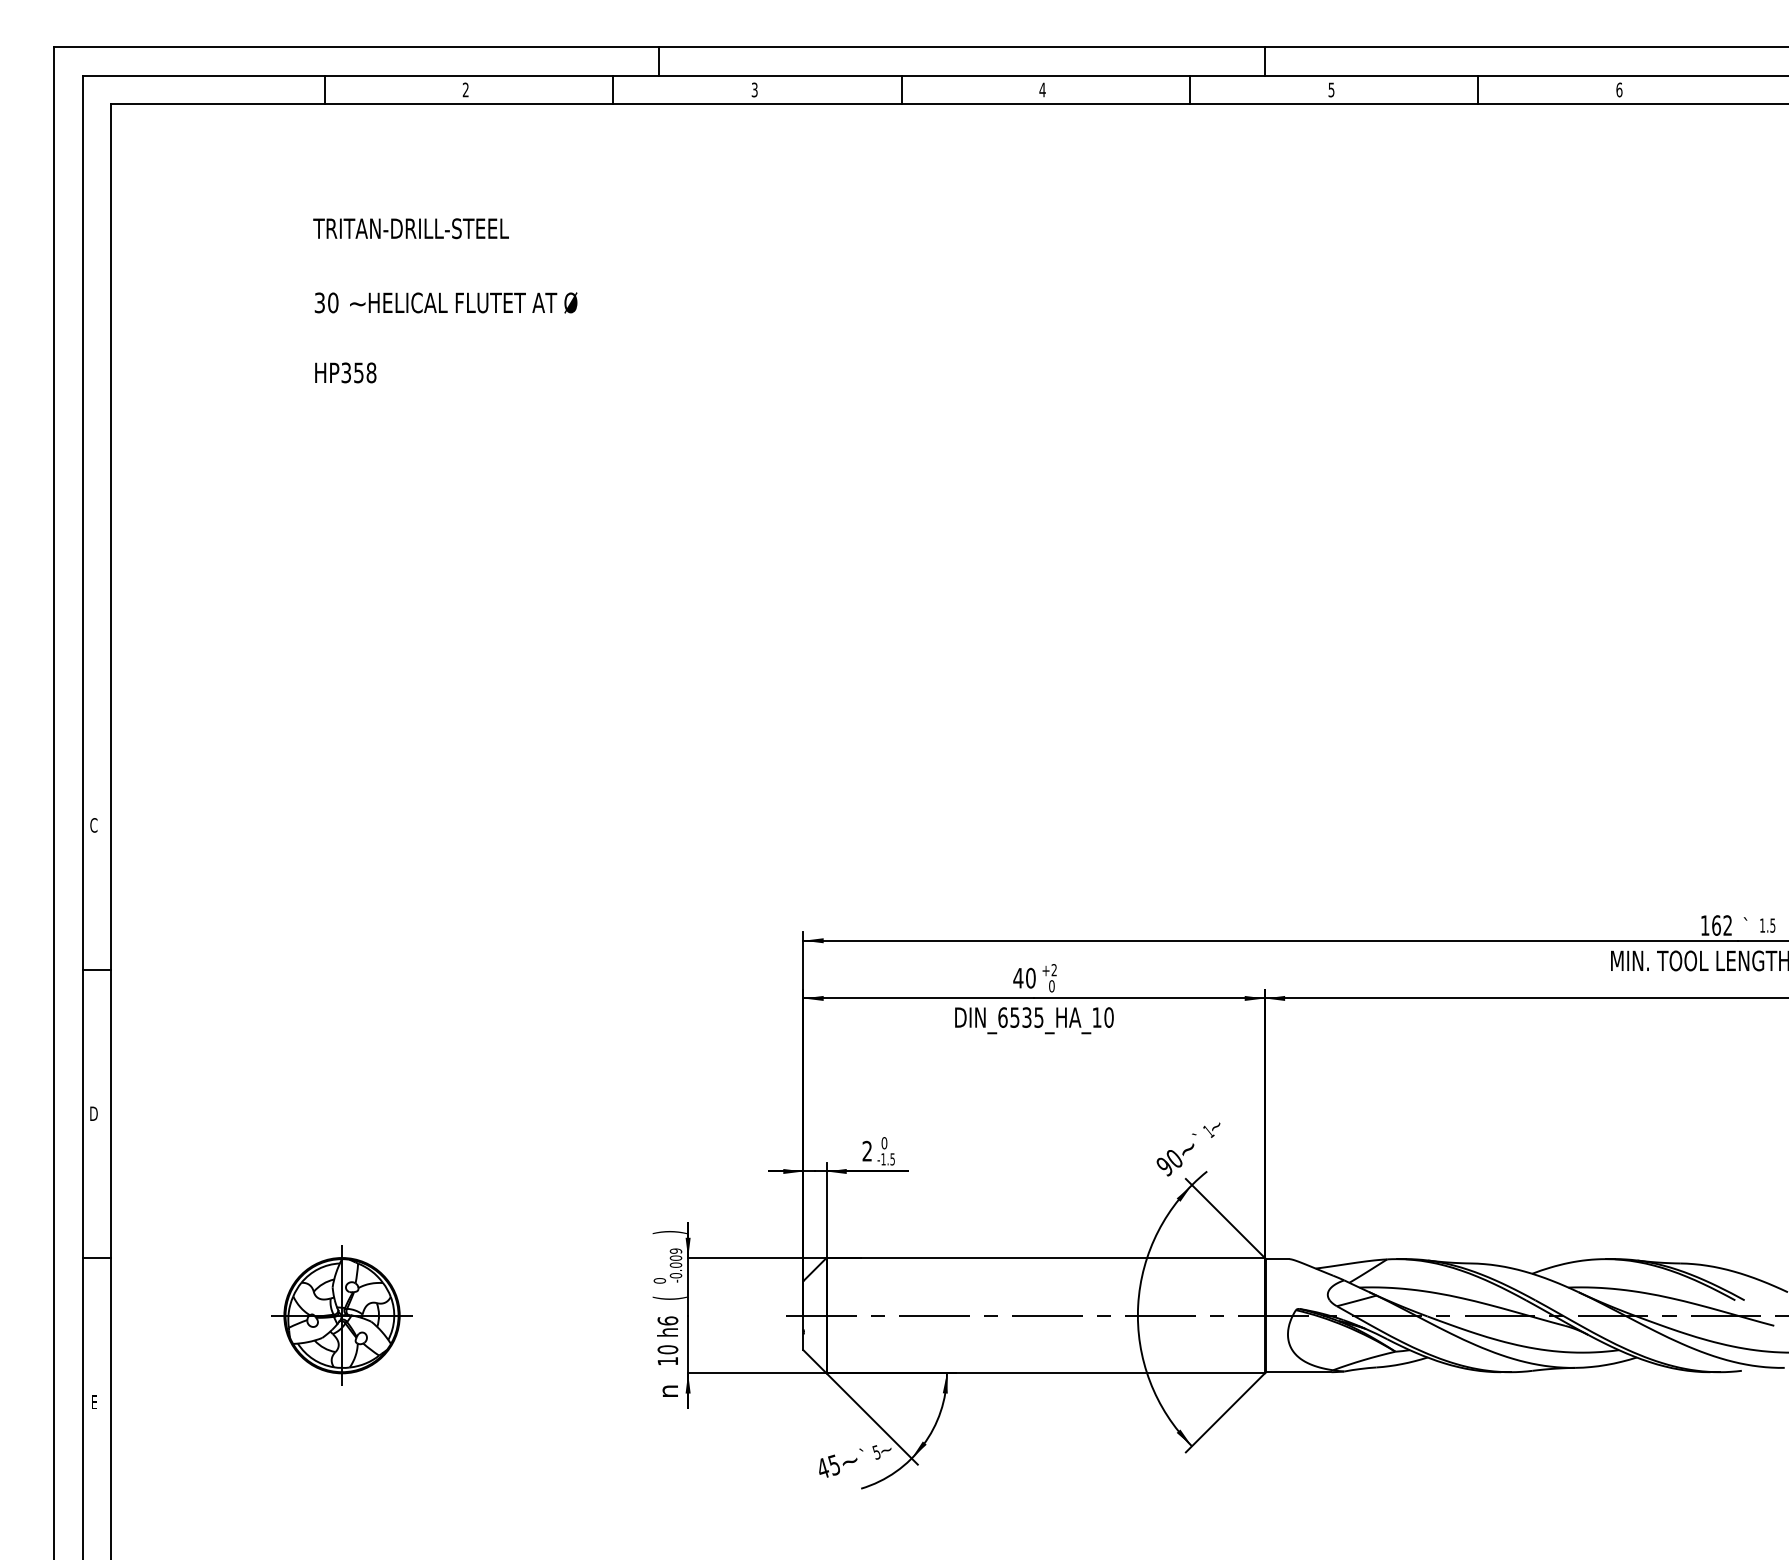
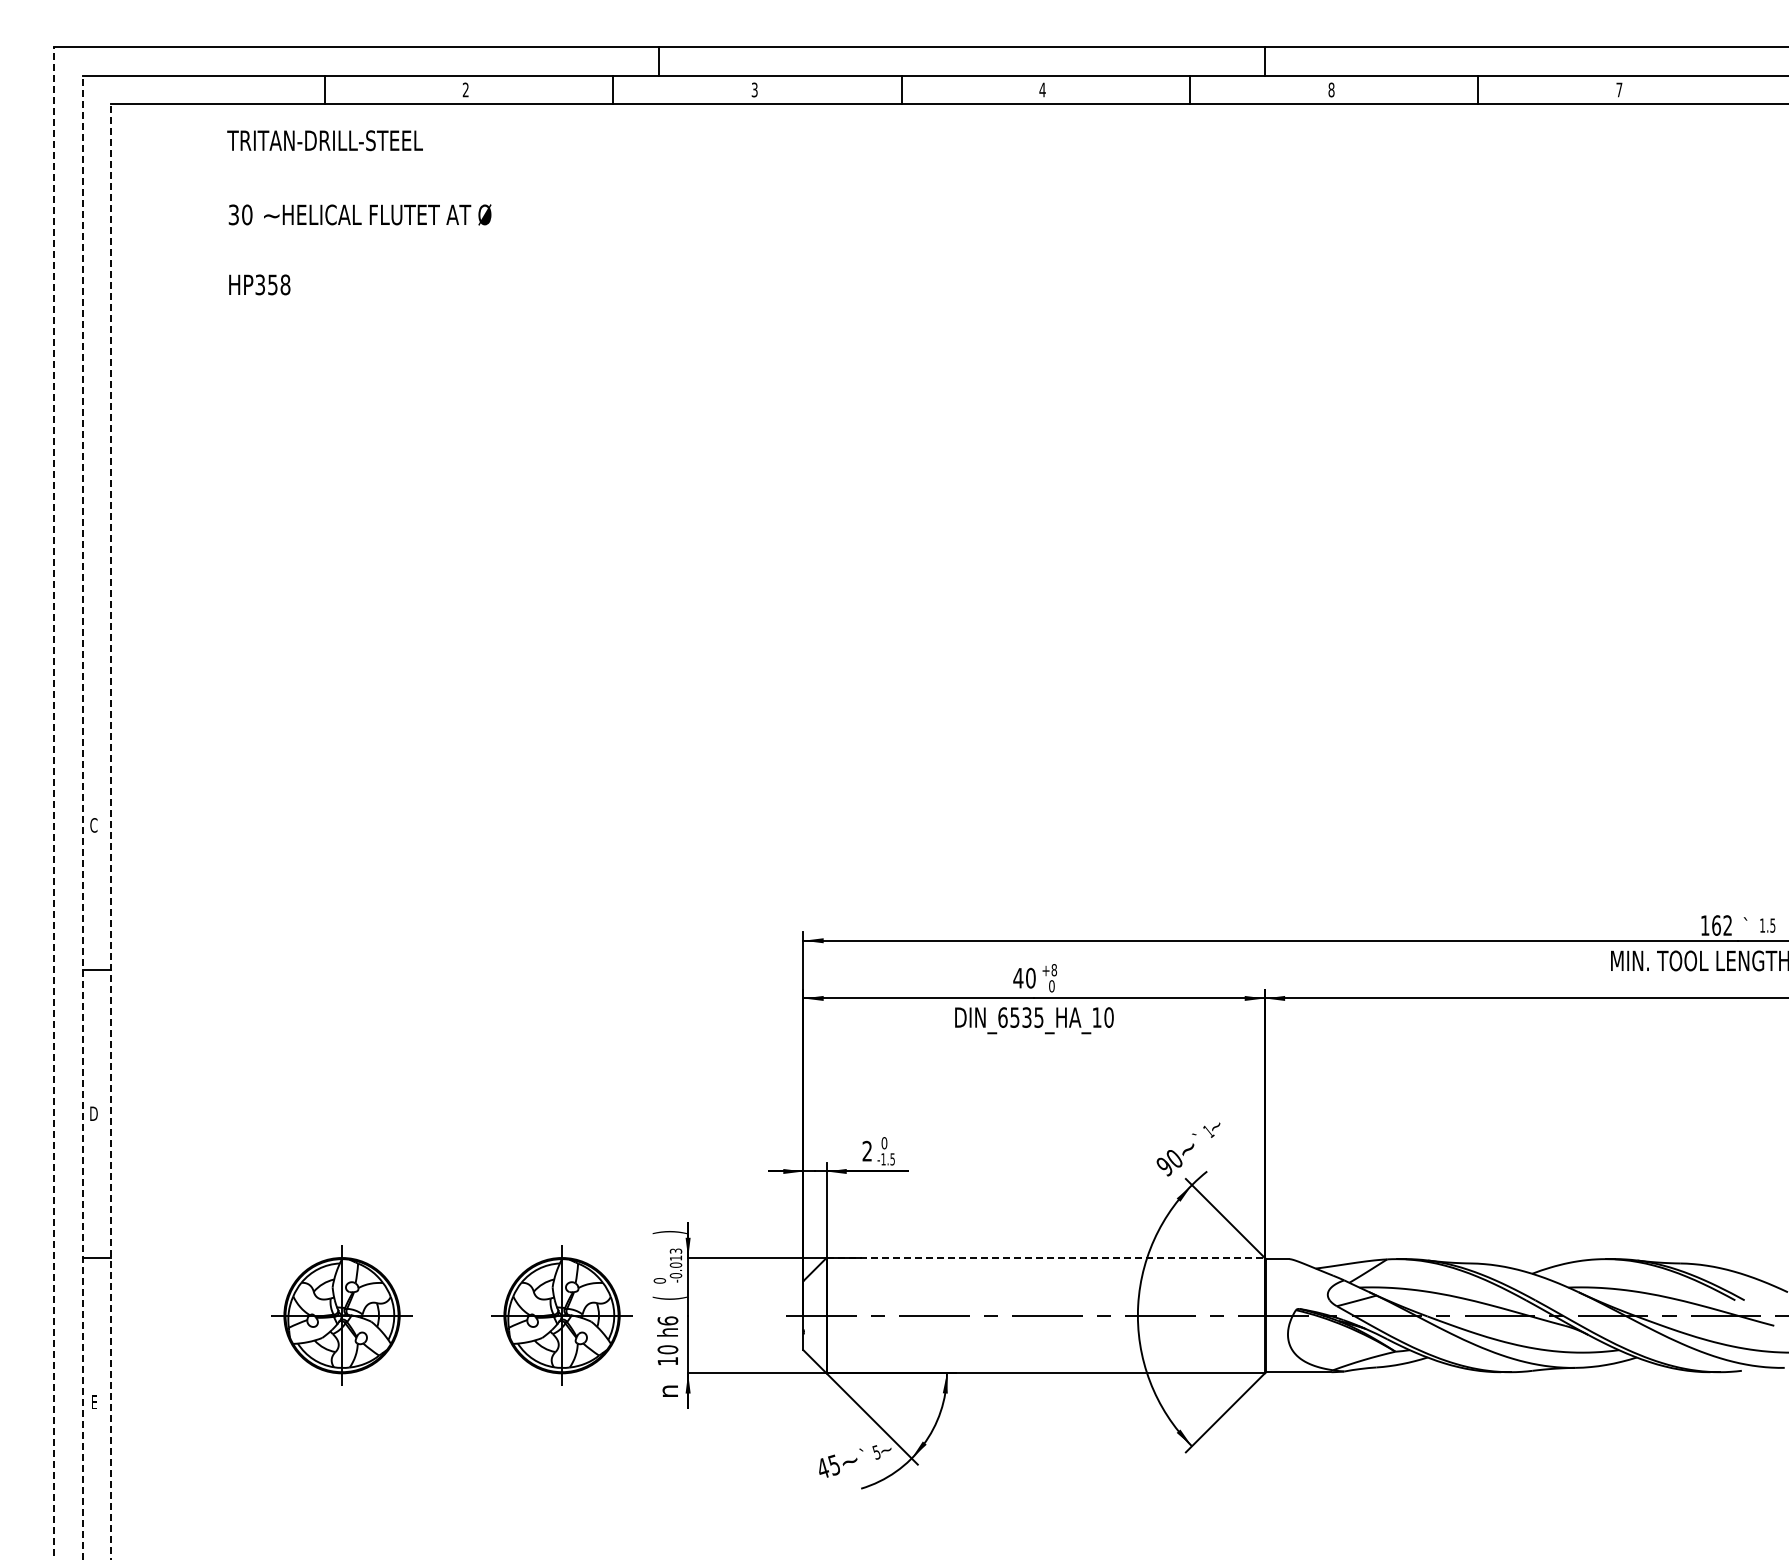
text at (1331, 89): 5 -> 8
text at (1619, 89): 6 -> 7
text at (445, 300) position: (445, 300) -> (359, 212)
line at (53, 802): solid -> dashed
line at (82, 817): solid -> dashed
line at (111, 832): solid -> dashed
text at (1054, 970): +2 -> +8
text at (675, 1254): -0.009 -> -0.013
line at (1046, 1257): solid -> dashed
part at (561, 1315): none -> present
